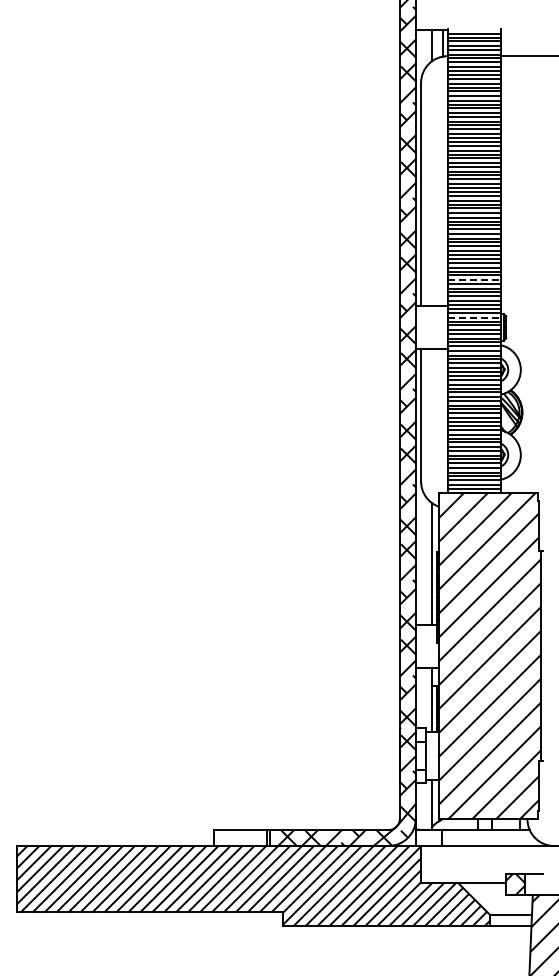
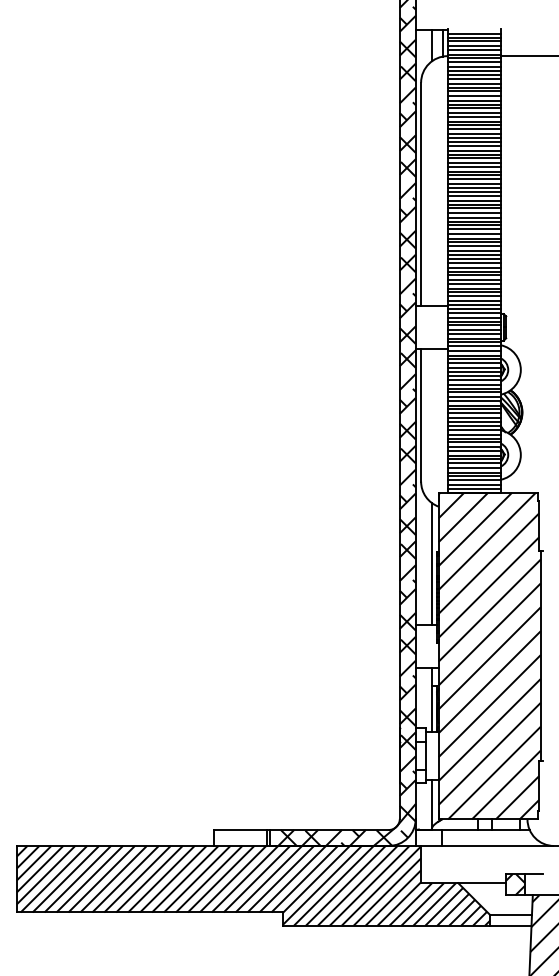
line at (474, 279): dashed -> solid
line at (474, 317): dashed -> solid
